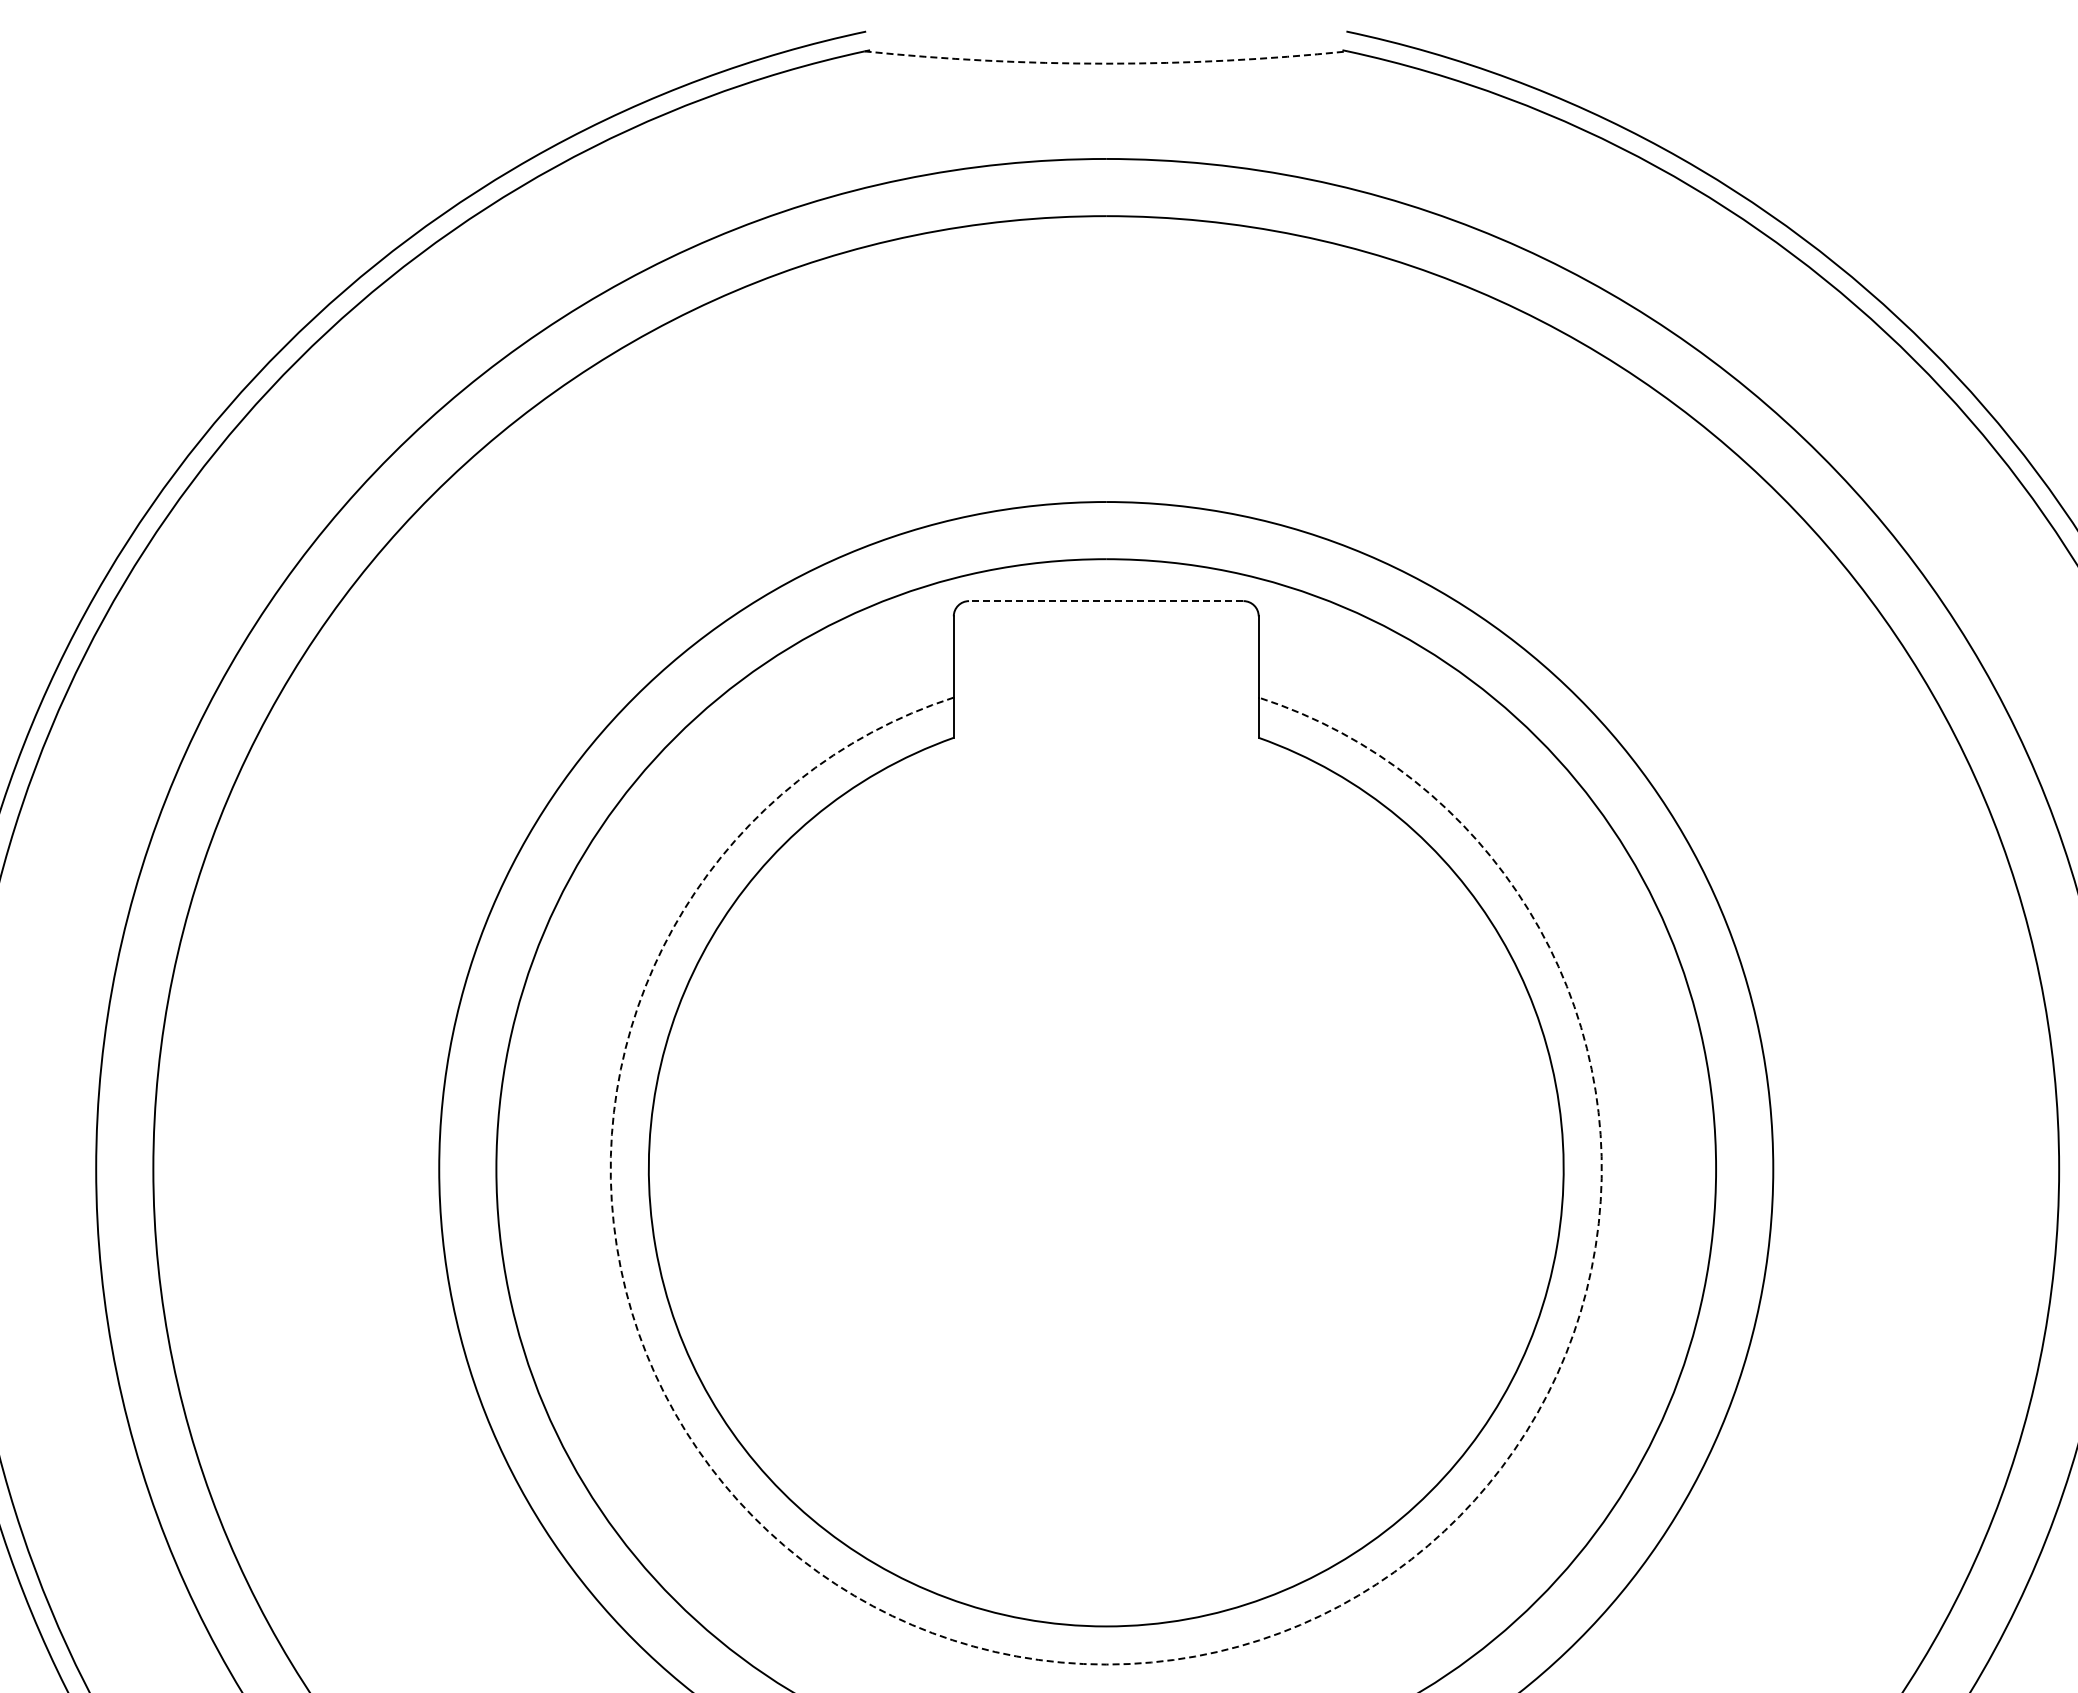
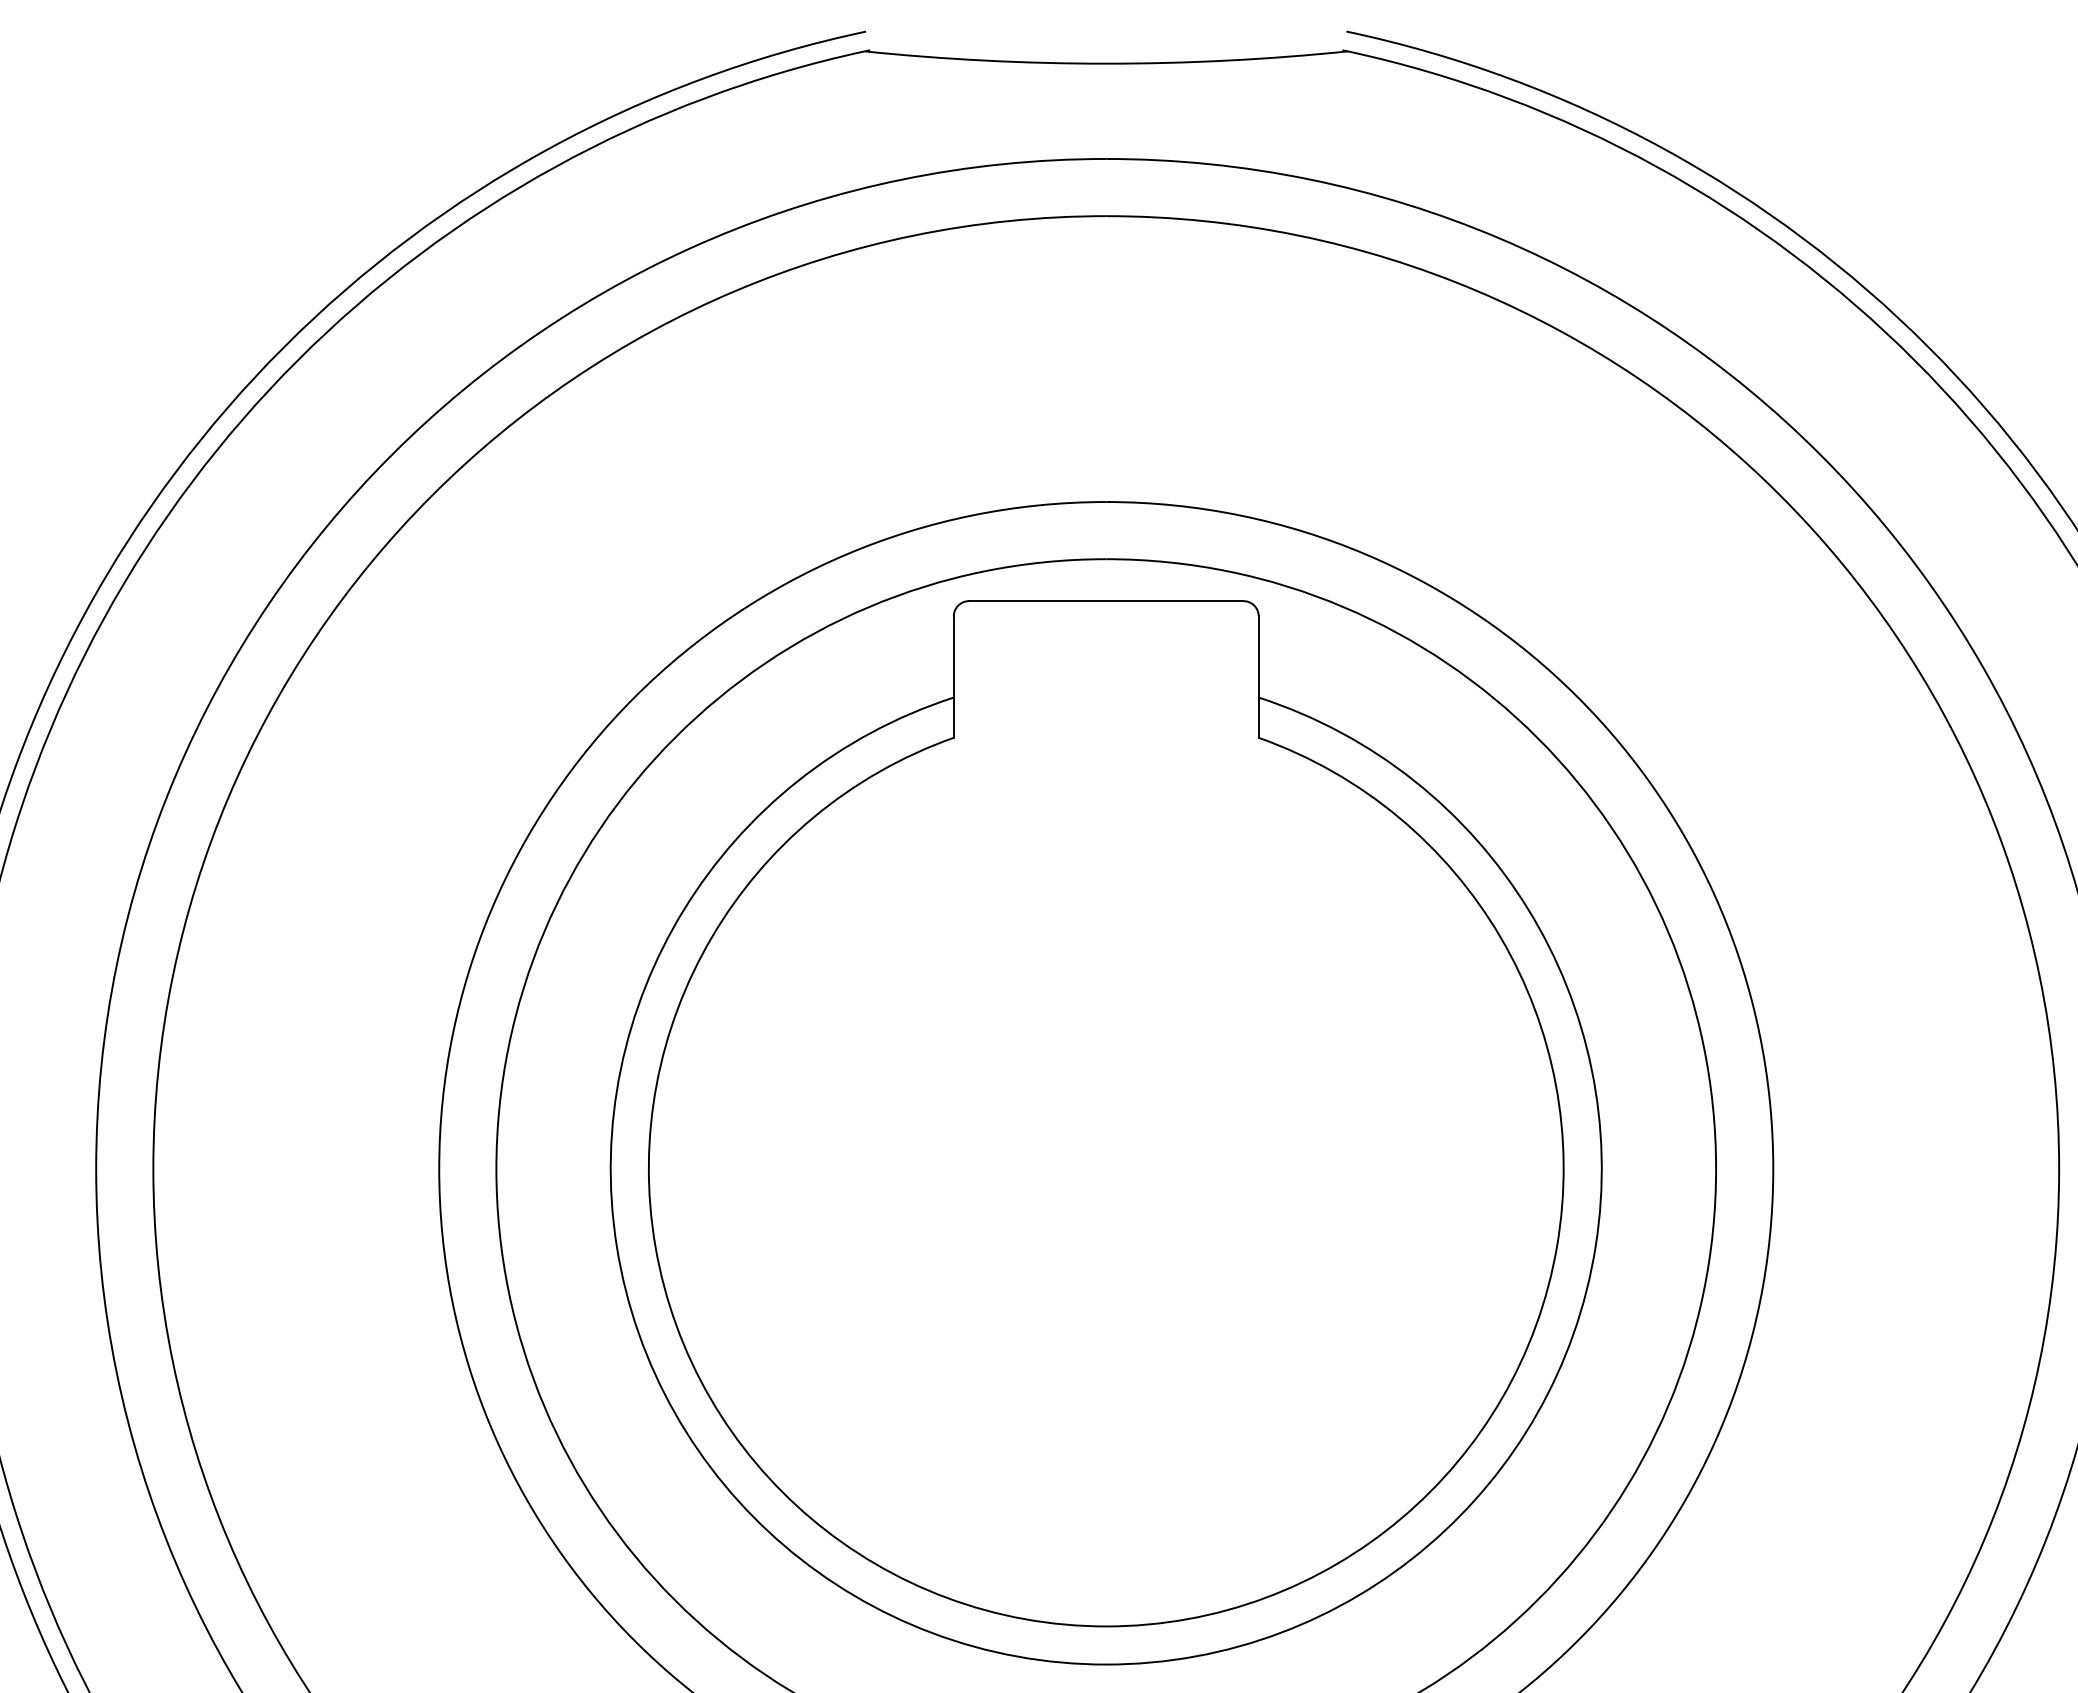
arc at (1106, 63): dashed -> solid
line at (1105, 601): dashed -> solid
arc at (1106, 1664): dashed -> solid
